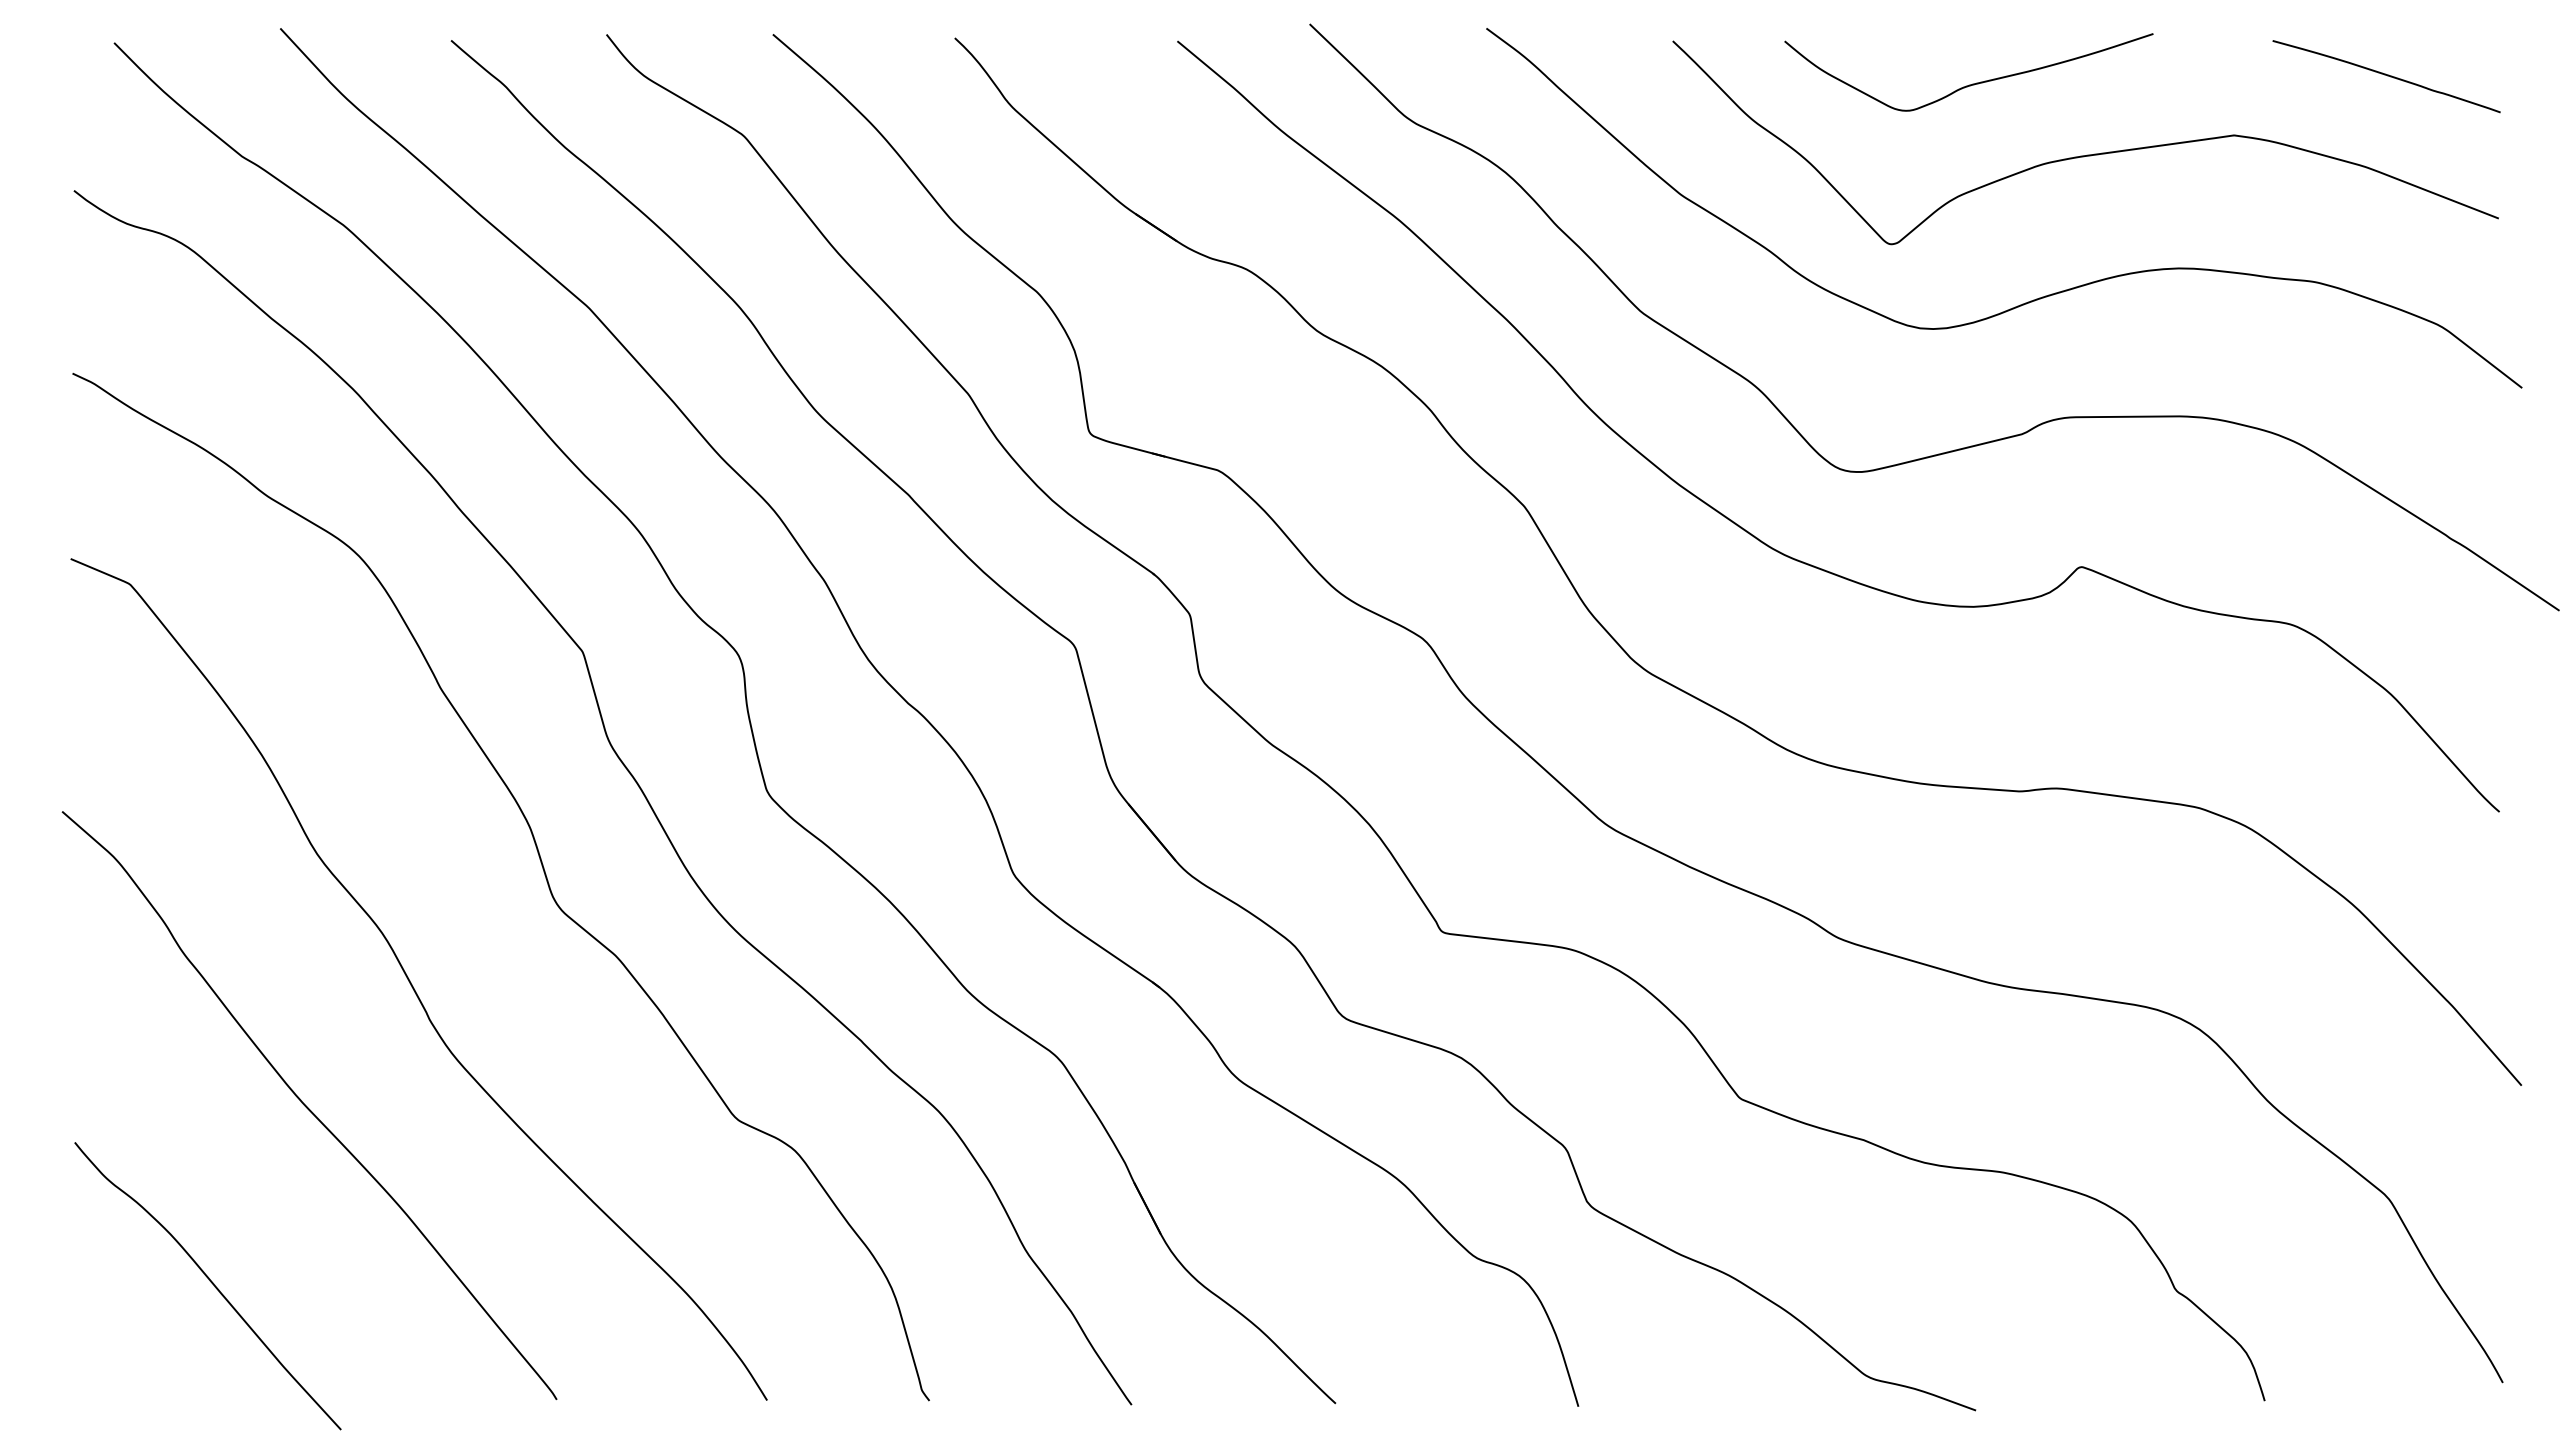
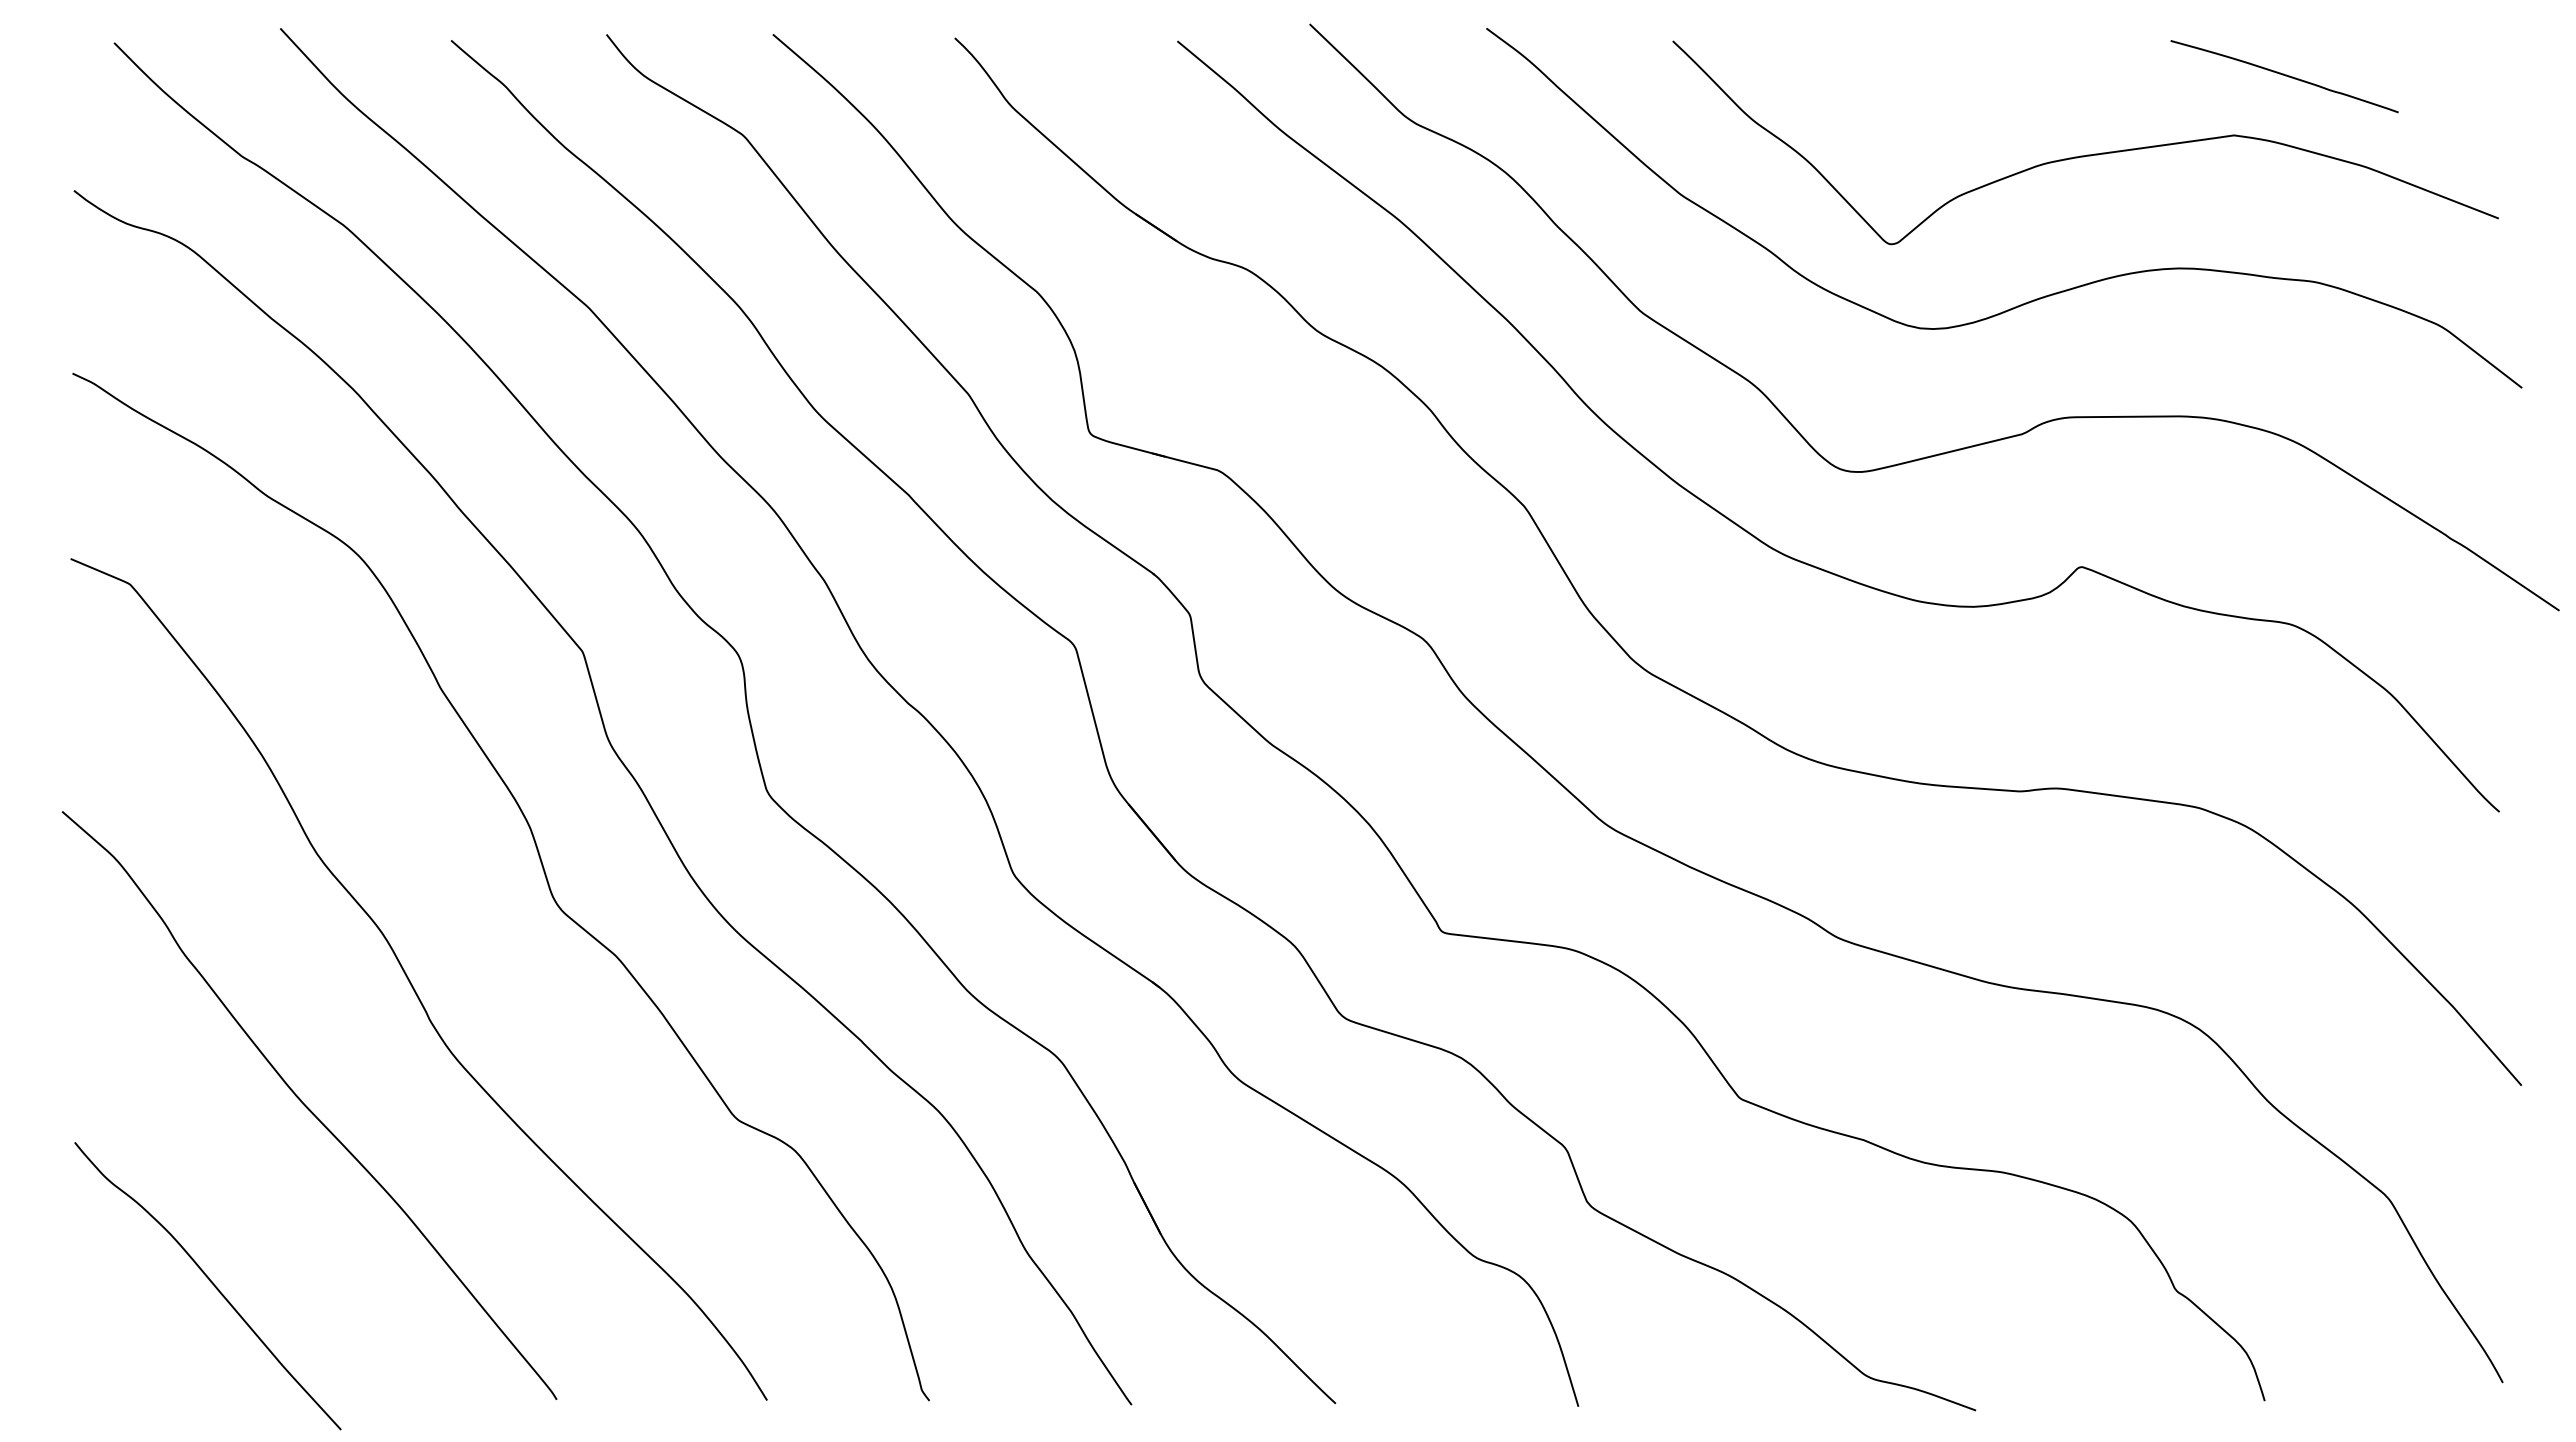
curve at (2386, 75) position: (2386, 75) -> (2284, 75)
curve at (1972, 83): present -> none
